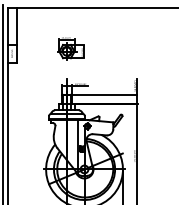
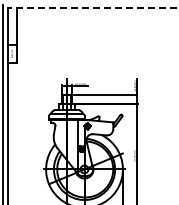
line at (92, 8): solid -> dashed
part at (70, 48): present -> none
